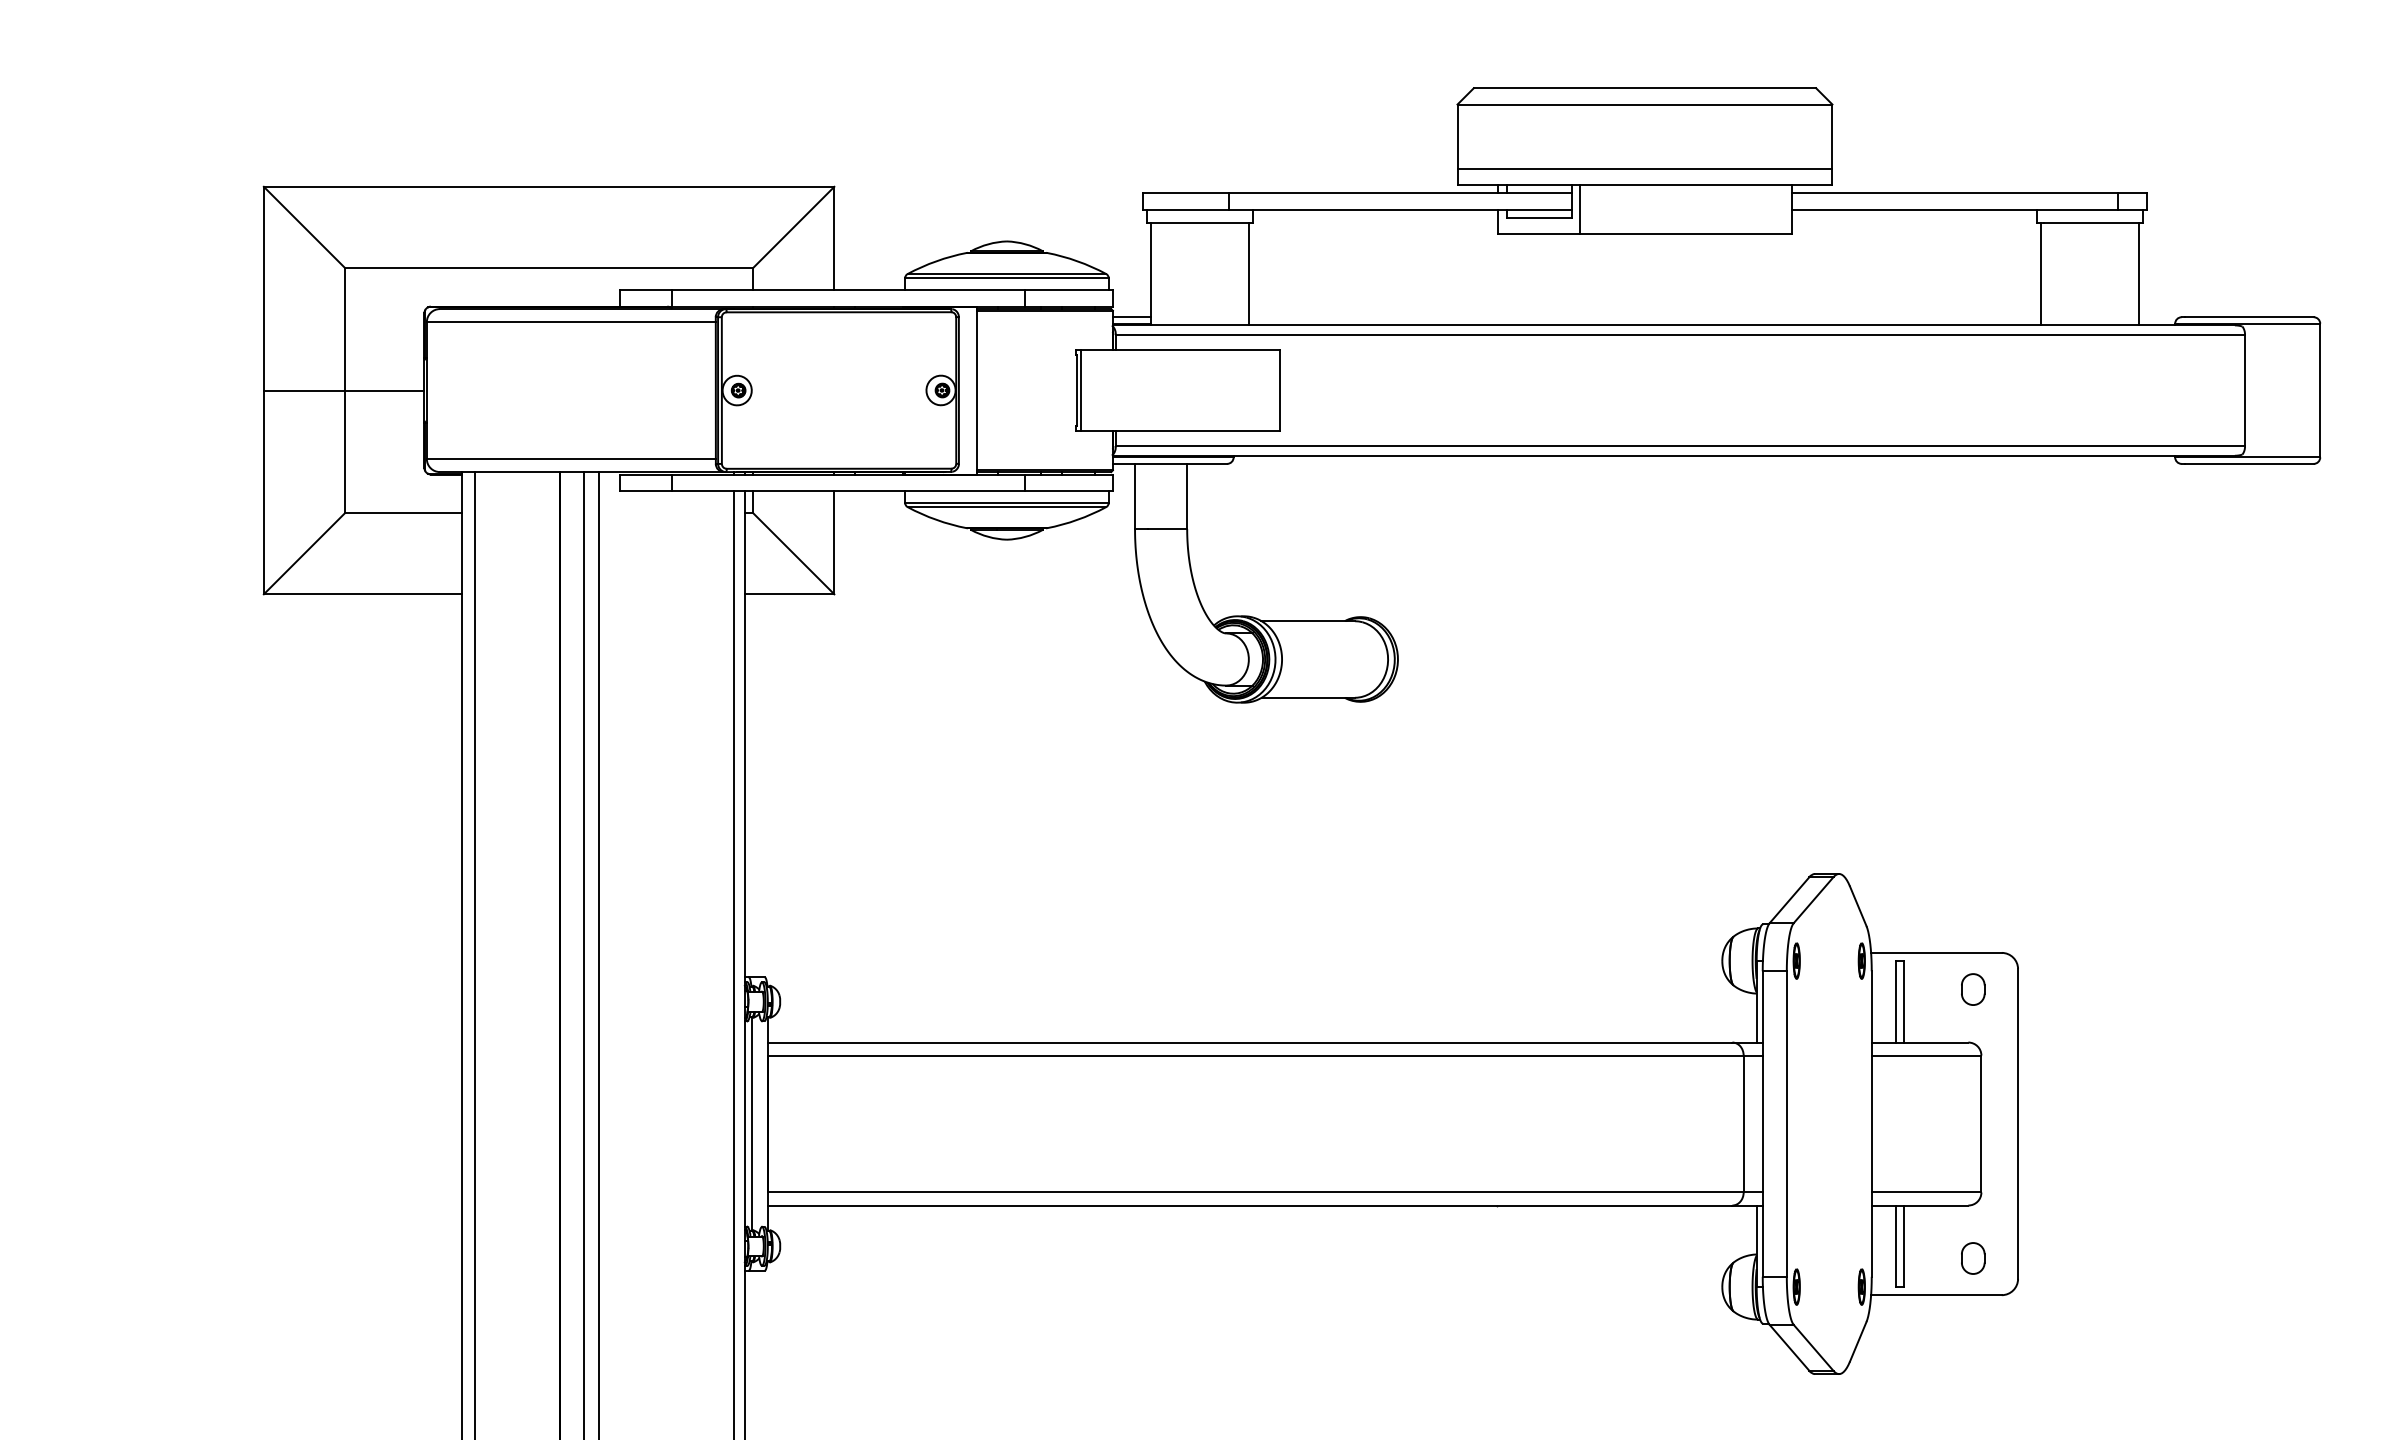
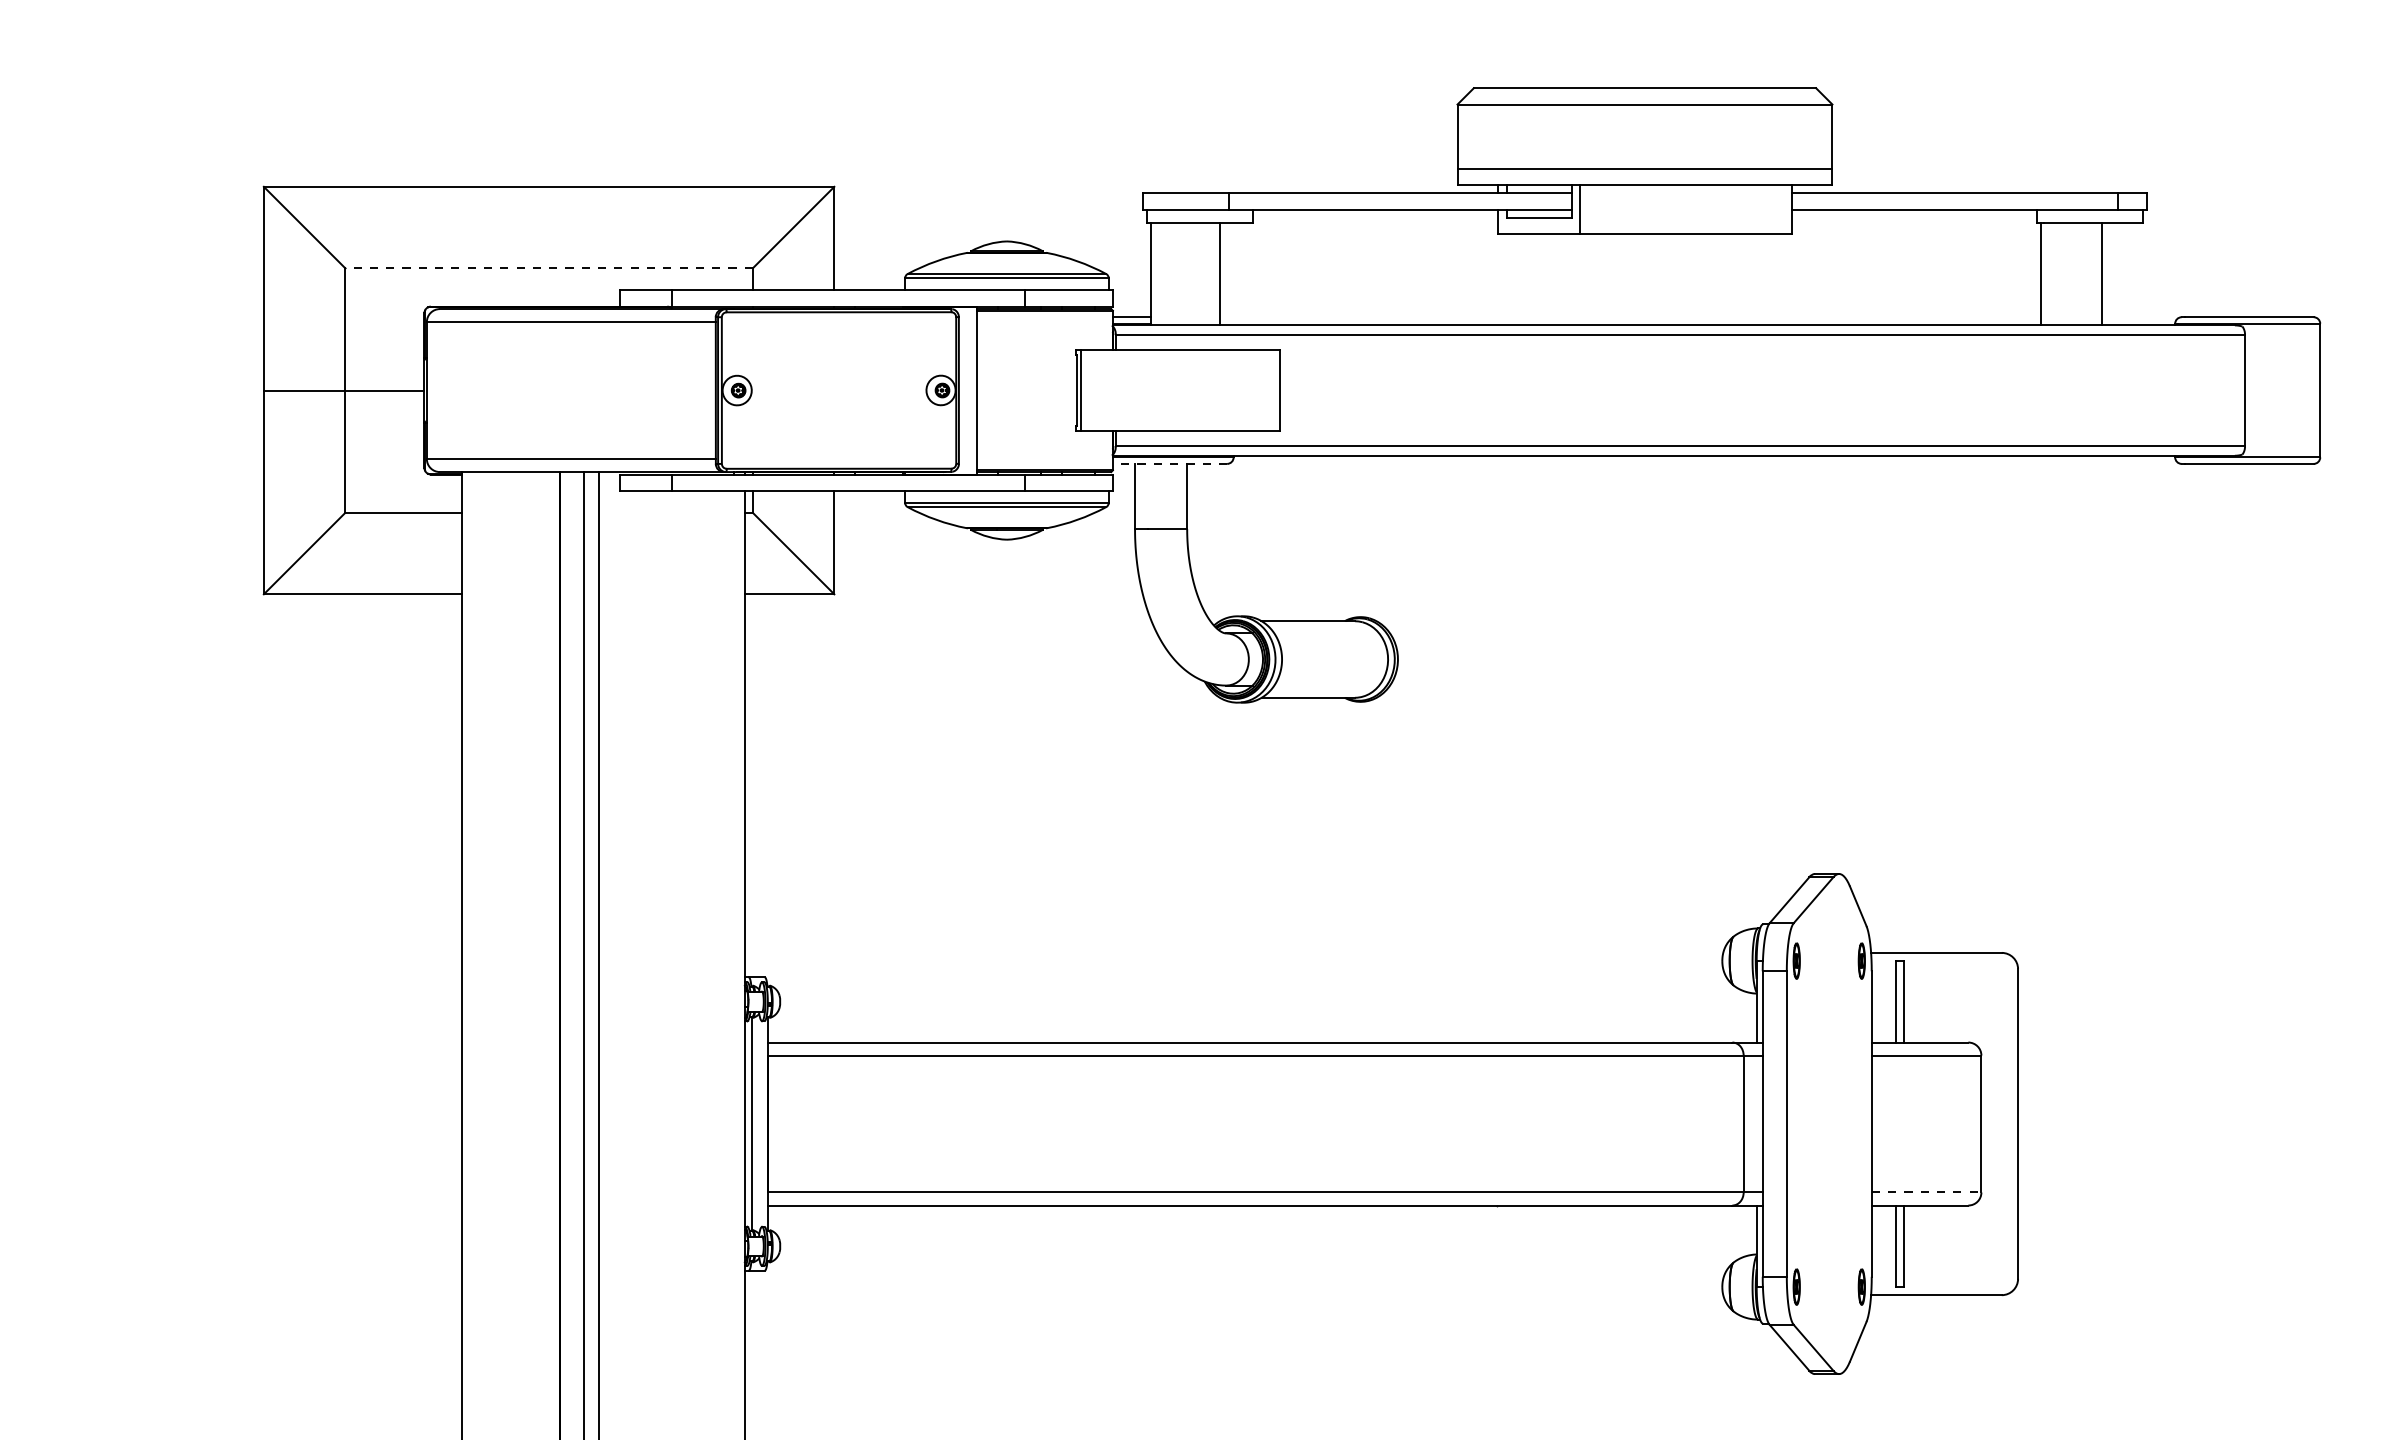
line at (549, 268): solid -> dashed
line at (1249, 273) position: (1249, 273) -> (1220, 273)
line at (2138, 273) position: (2138, 273) -> (2101, 273)
line at (1169, 463): solid -> dashed
line at (475, 954): present -> none
line at (733, 963): present -> none
part at (1973, 989): present -> none
line at (1926, 1192): solid -> dashed
part at (1973, 1258): present -> none
